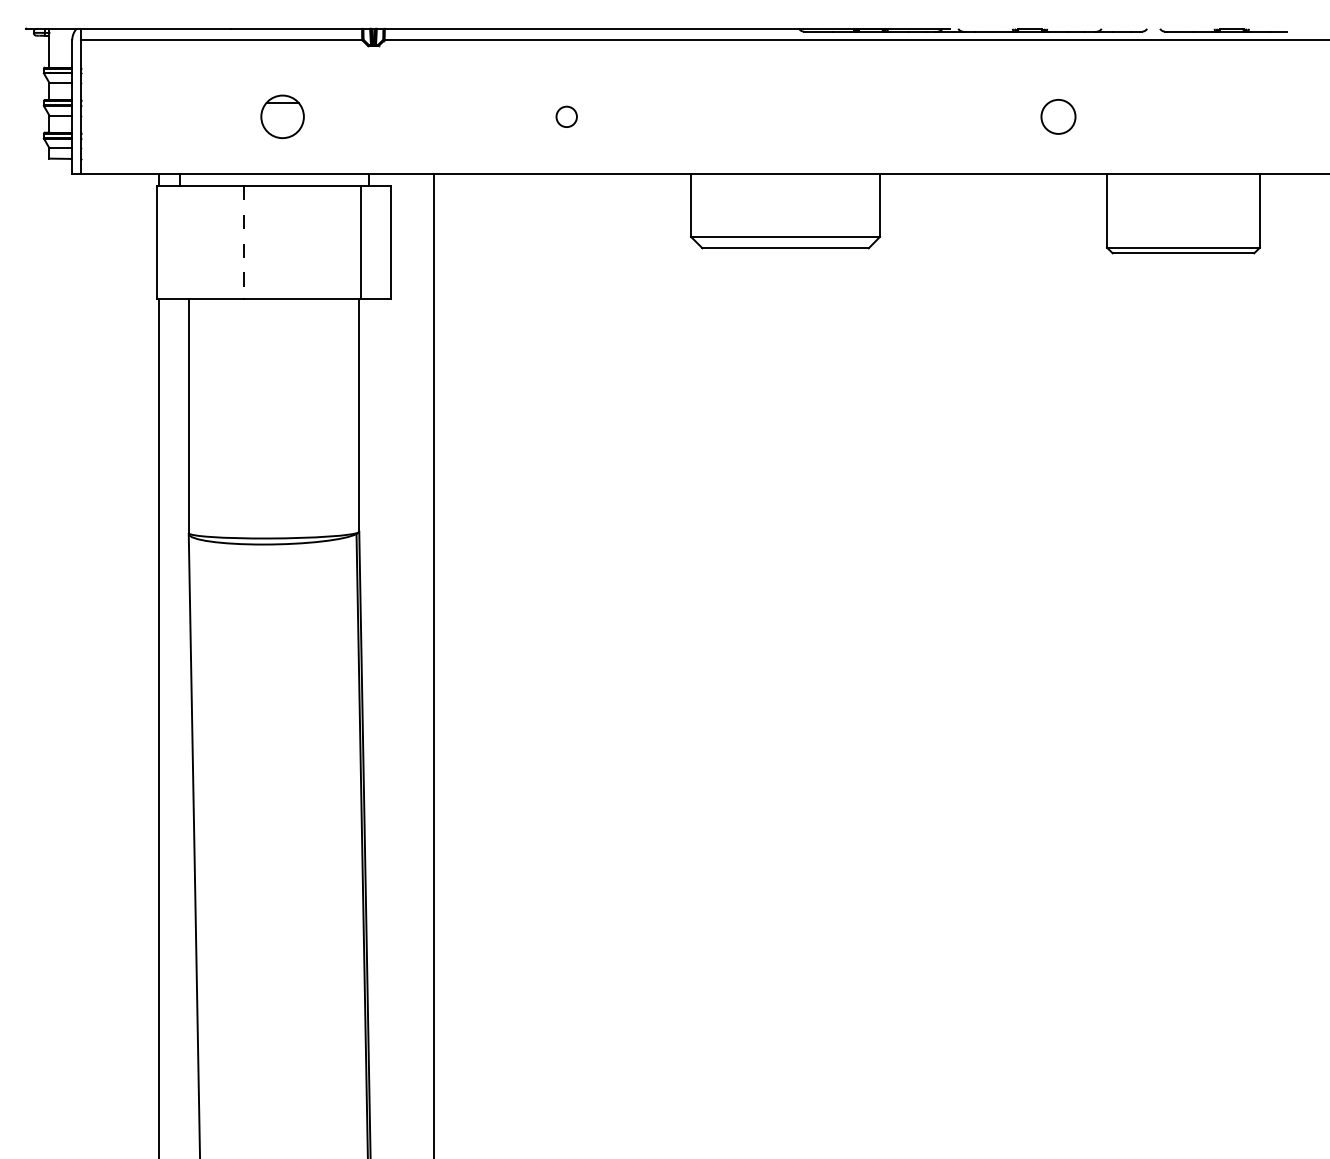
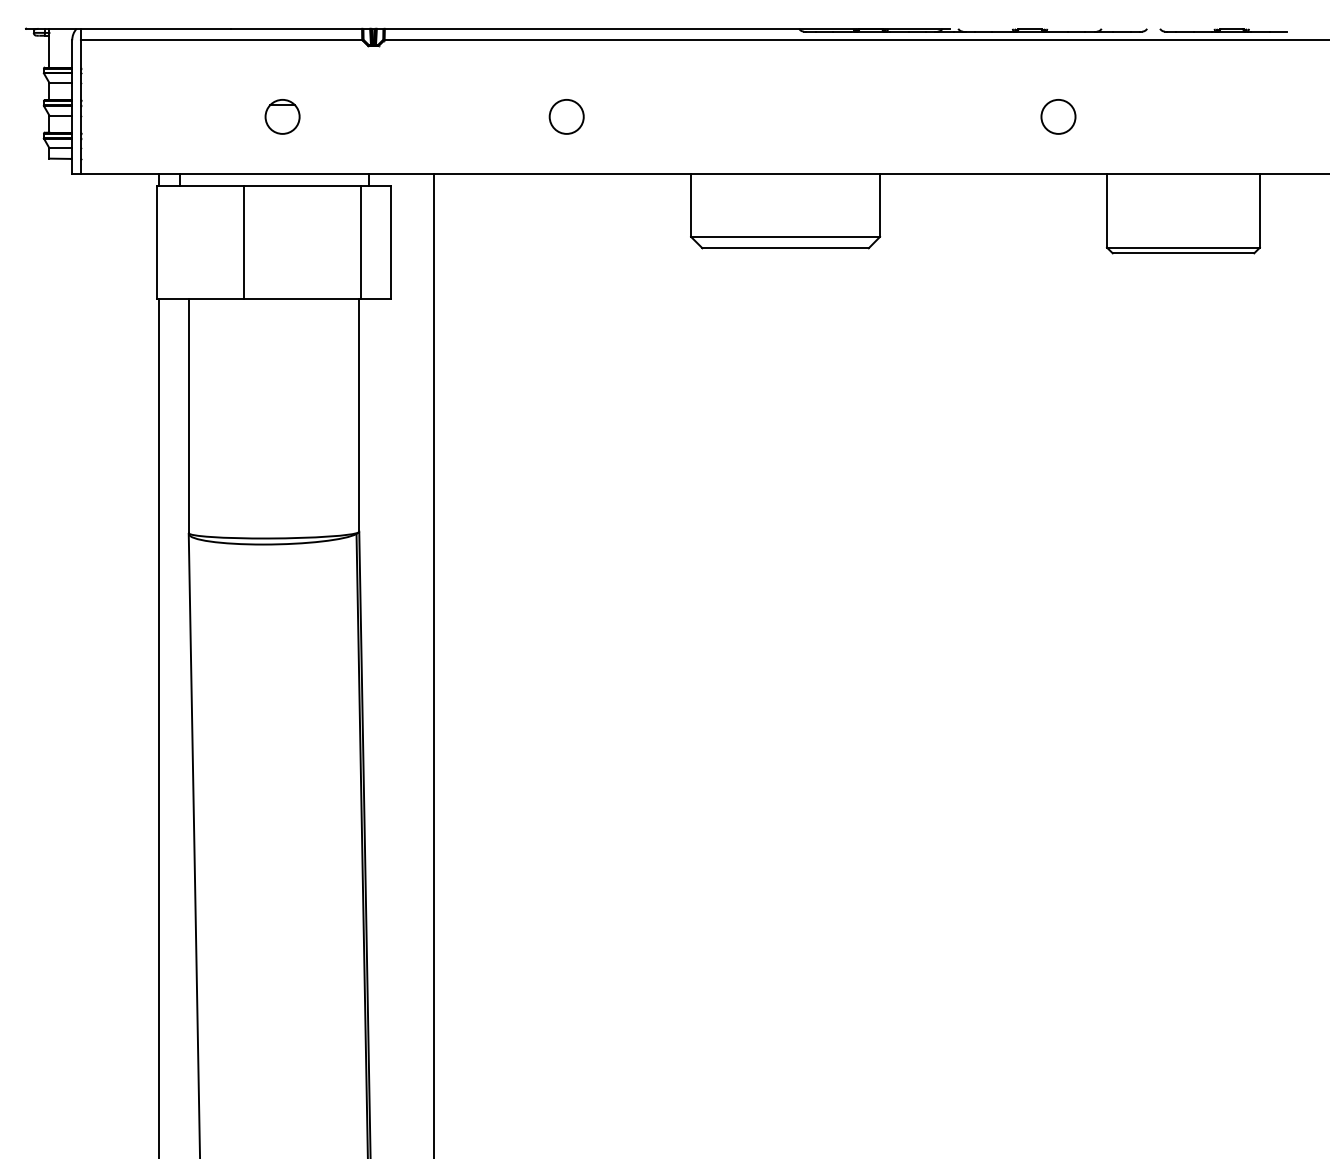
part at (282, 116) size: 45x45 px -> 37x36 px
circle at (566, 116) diameter: 20 px -> 34 px
line at (243, 242): dashed -> solid
